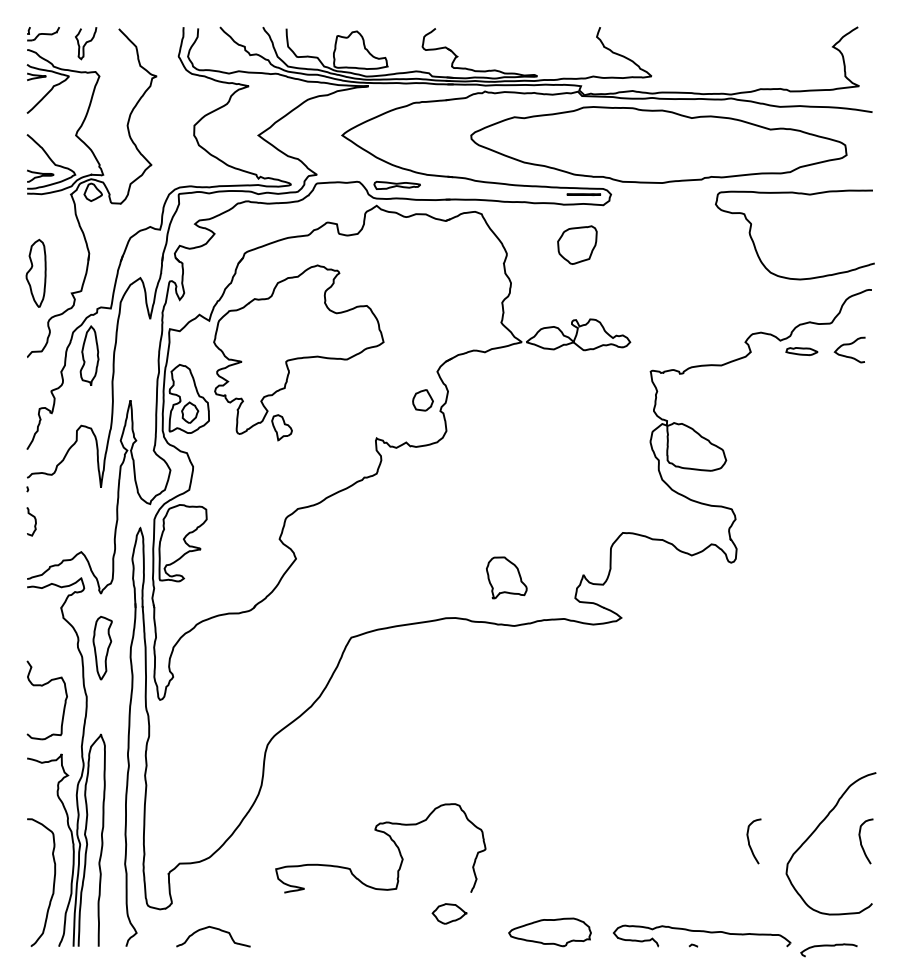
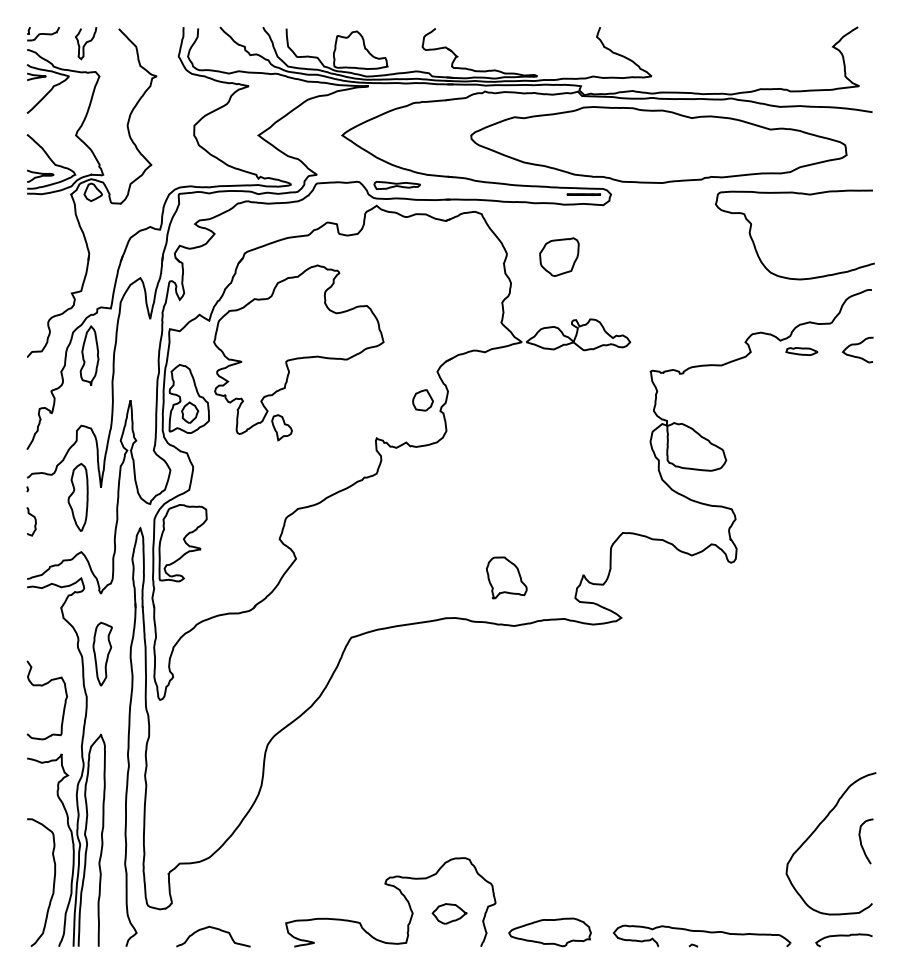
part at (577, 244) position: (577, 244) -> (559, 256)
part at (35, 272) position: (35, 272) -> (77, 496)
curve at (849, 345) position: (849, 345) -> (857, 345)
part at (102, 648) position: (102, 648) -> (102, 654)
curve at (390, 839) position: (390, 839) -> (400, 893)
curve at (749, 841): present -> none
curve at (828, 946) position: (828, 946) -> (843, 936)
